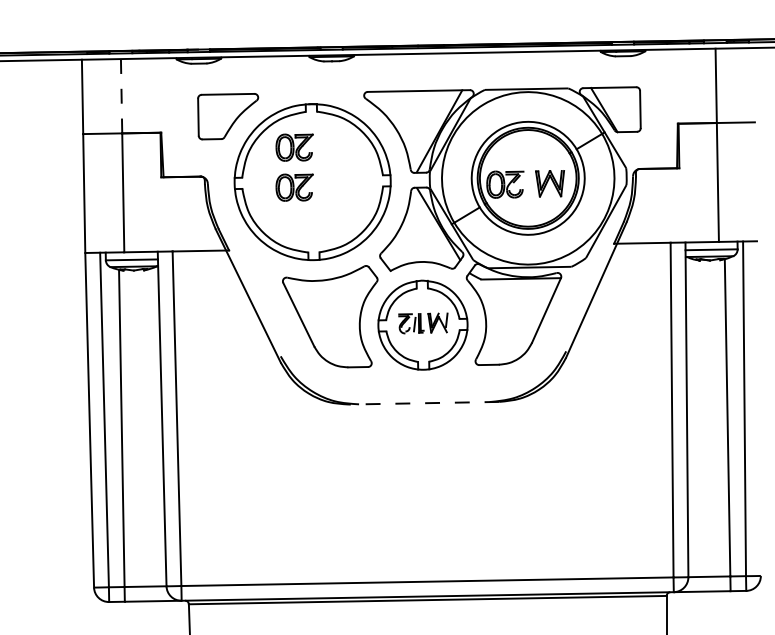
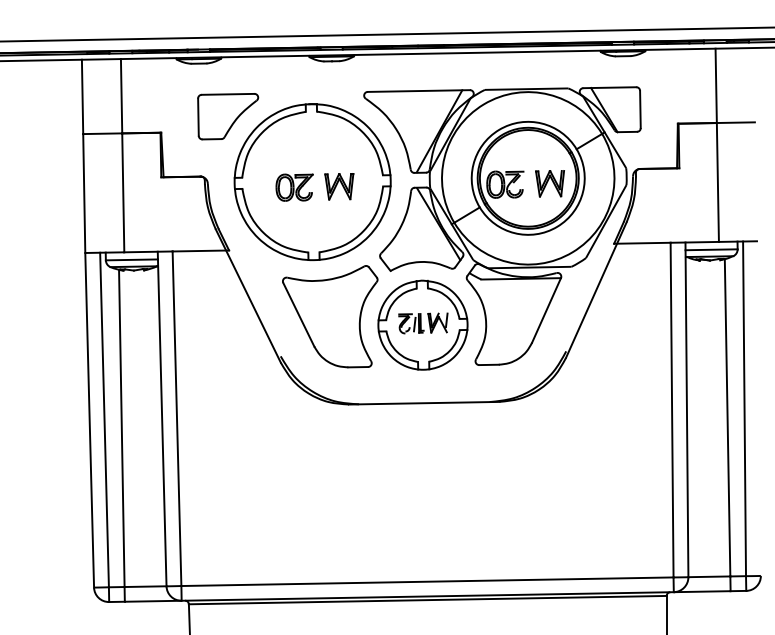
line at (386, 34): none -> present
line at (121, 95): dashed -> solid
part at (294, 147): present -> none
part at (339, 186): none -> present
line at (423, 403): dashed -> solid
